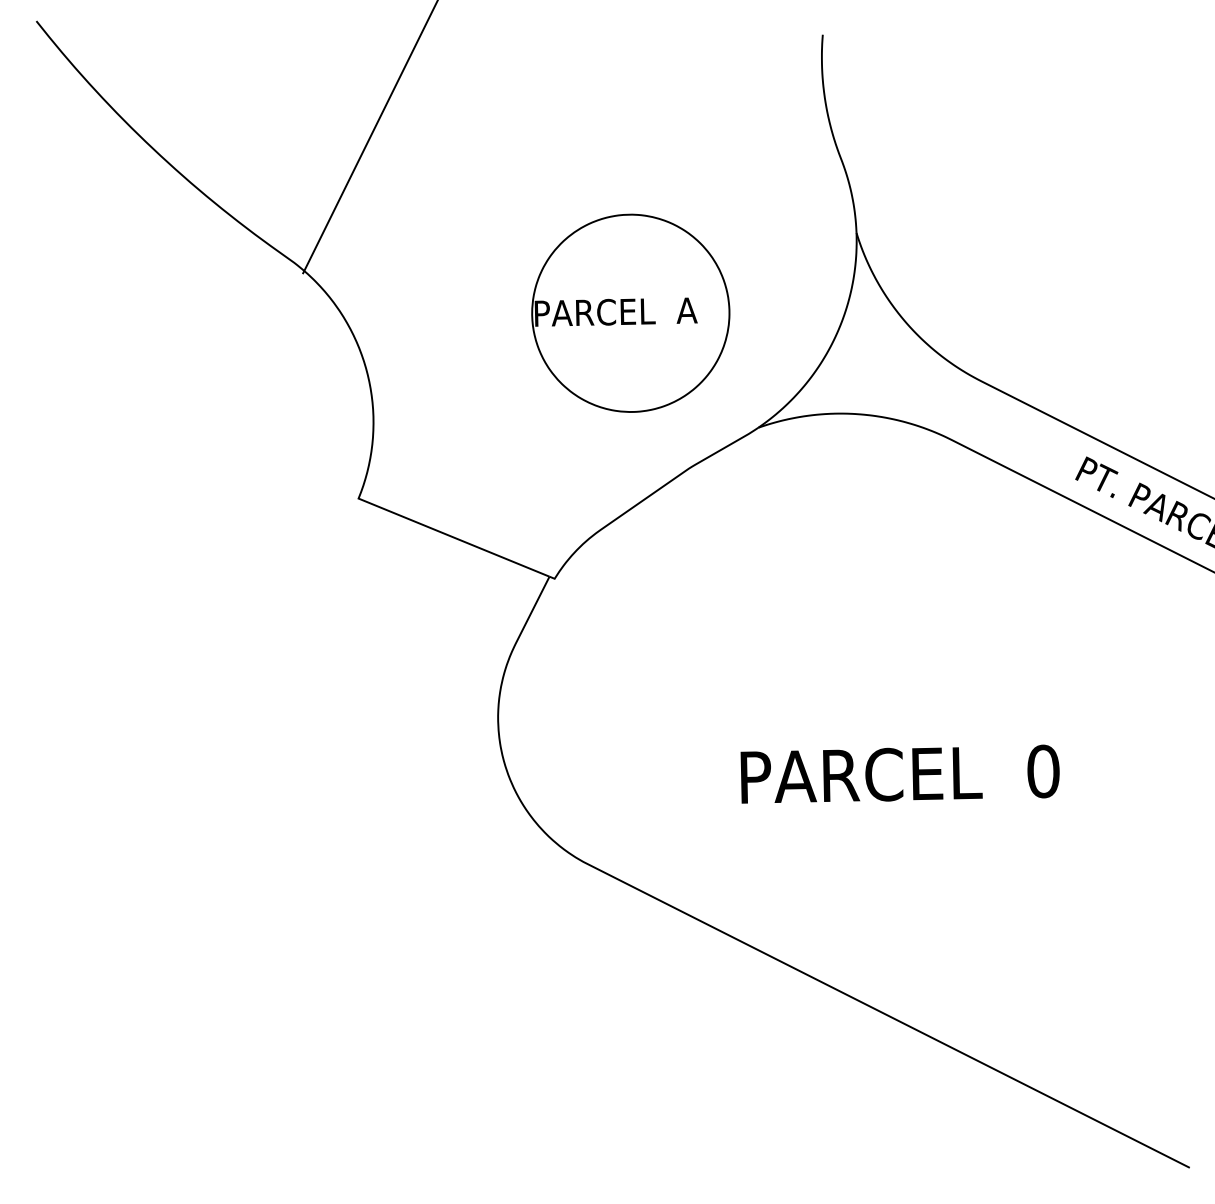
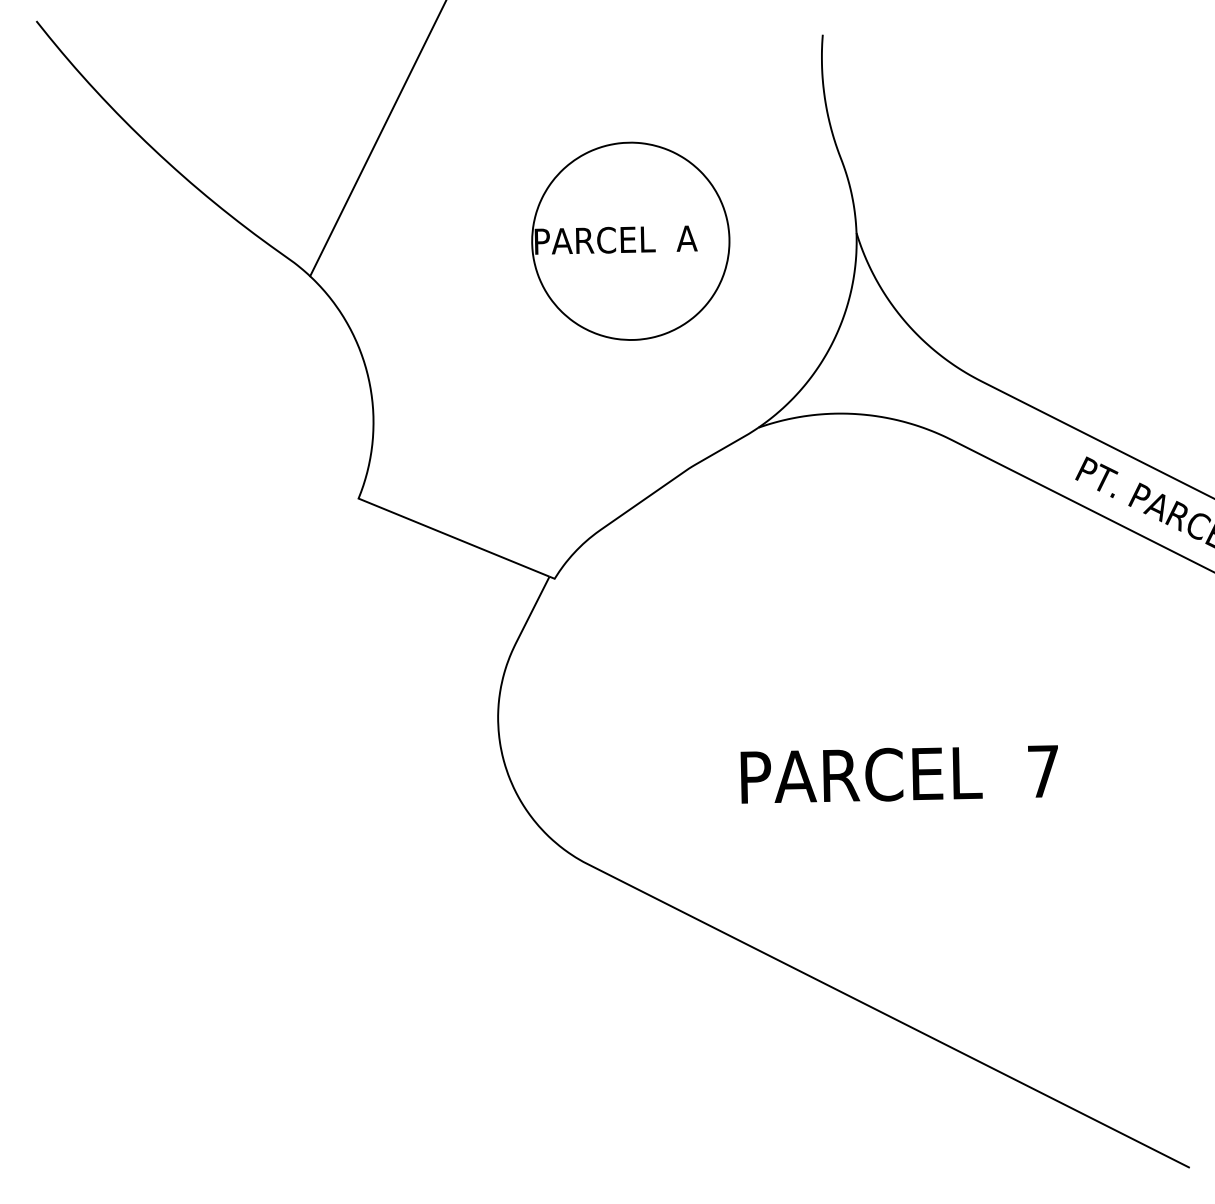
line at (369, 137) position: (369, 137) -> (377, 139)
part at (630, 312) position: (630, 312) -> (630, 240)
text at (1043, 771): 0 -> 7
